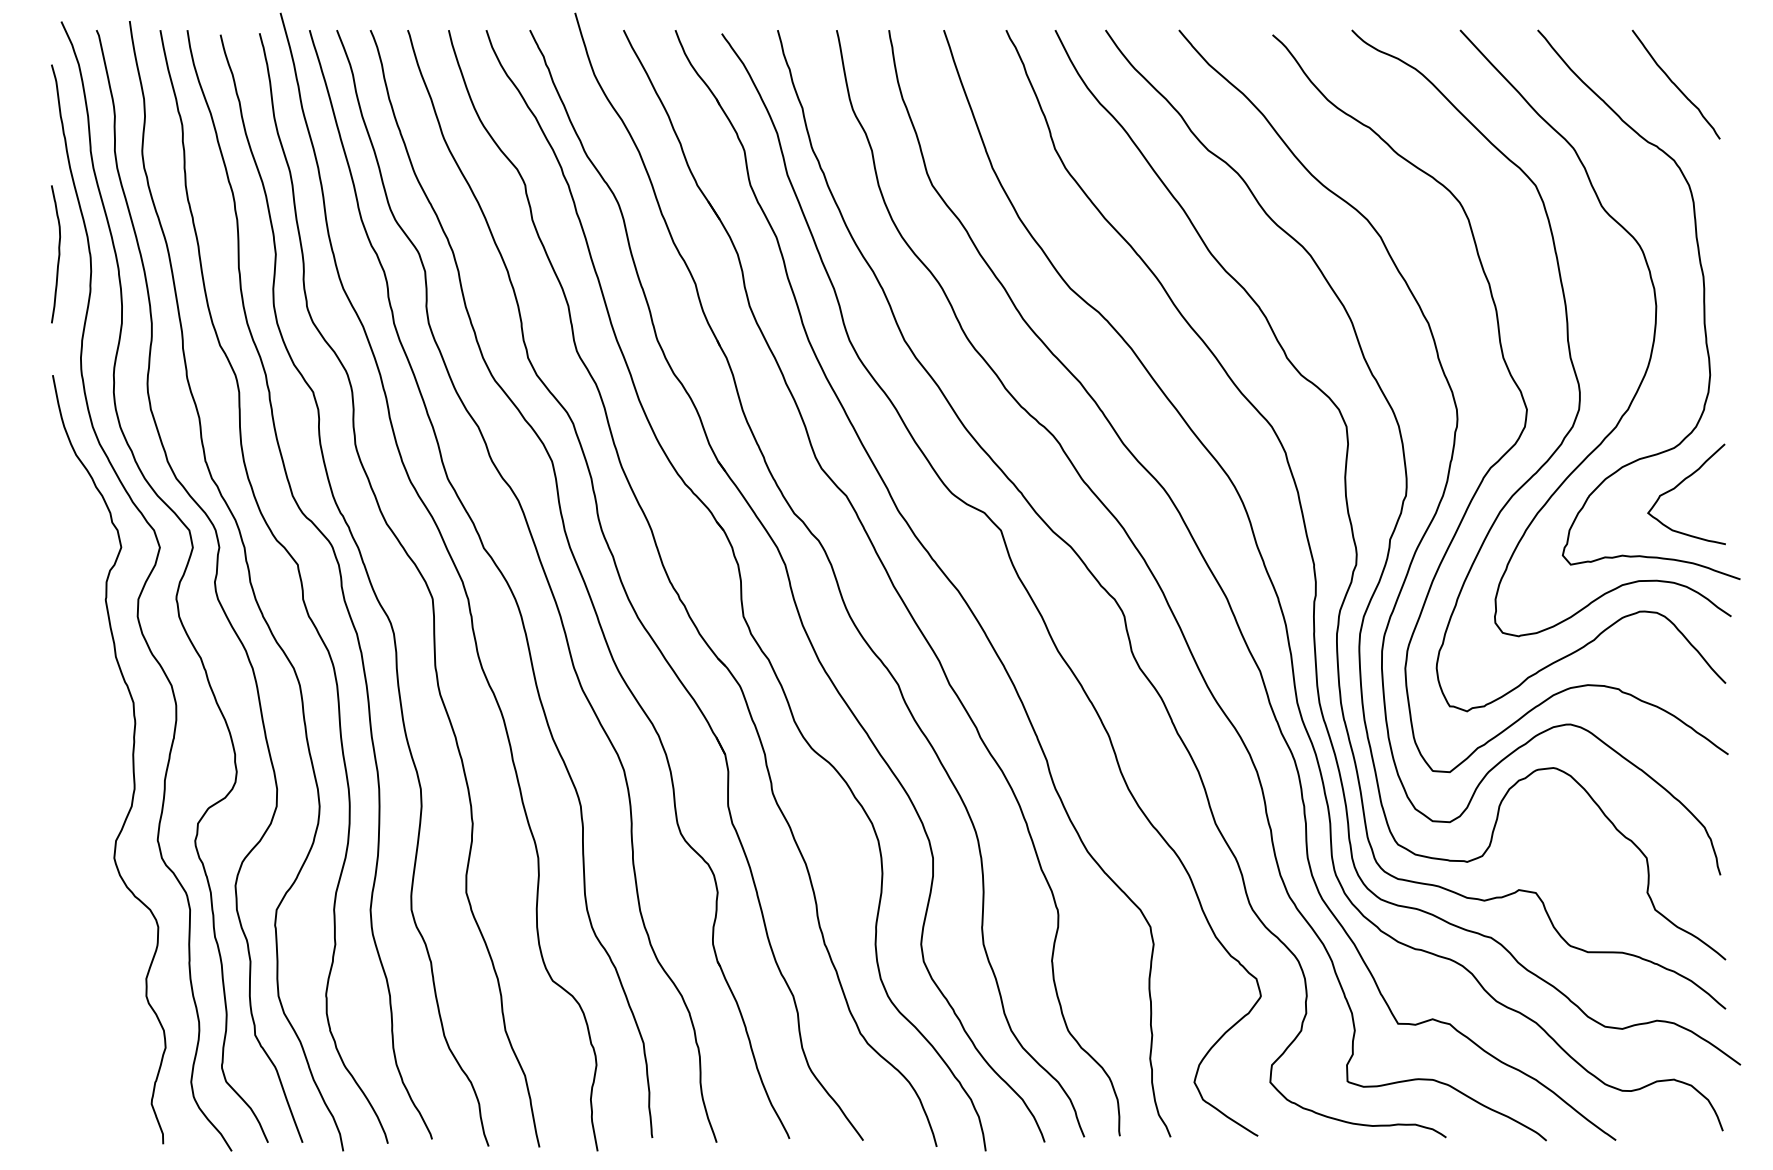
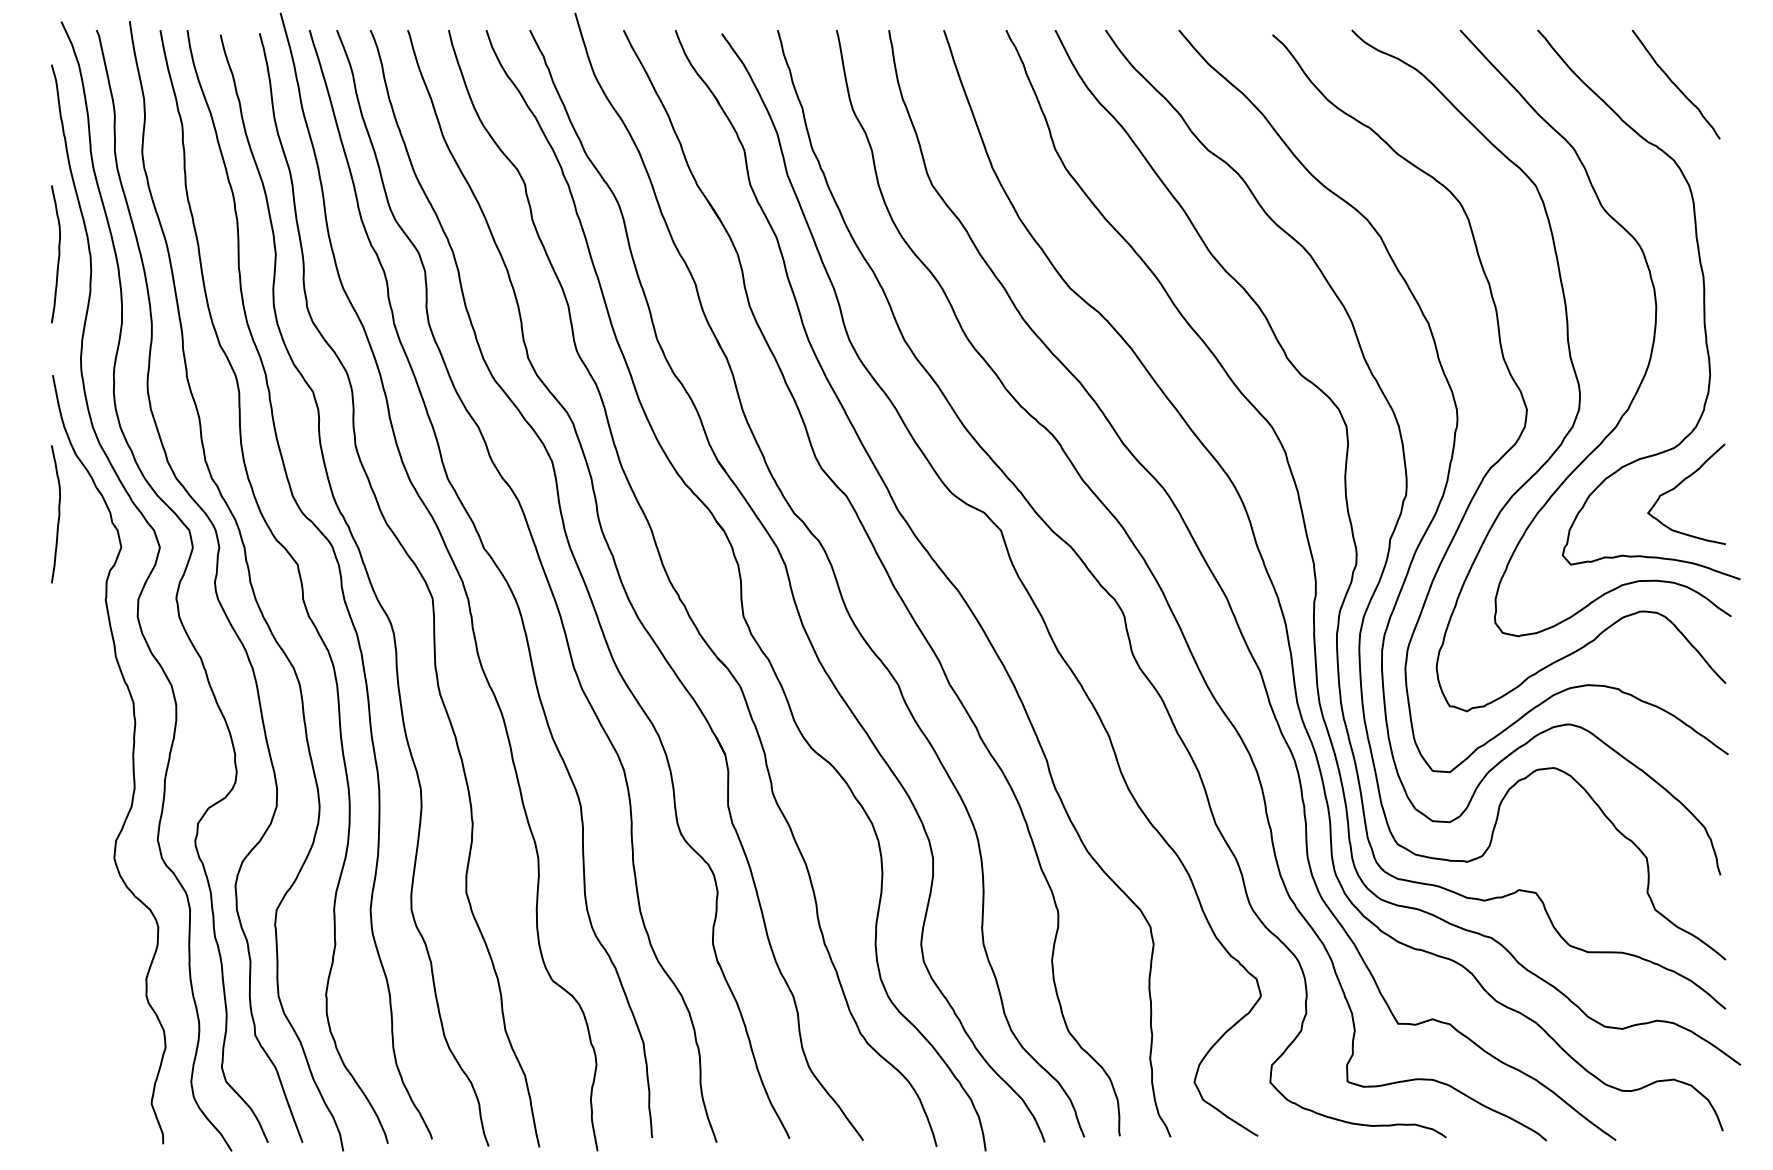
curve at (58, 514): none -> present
